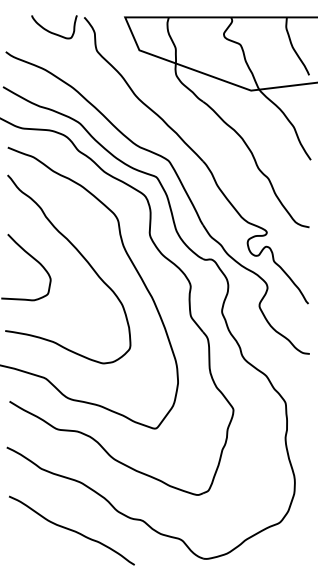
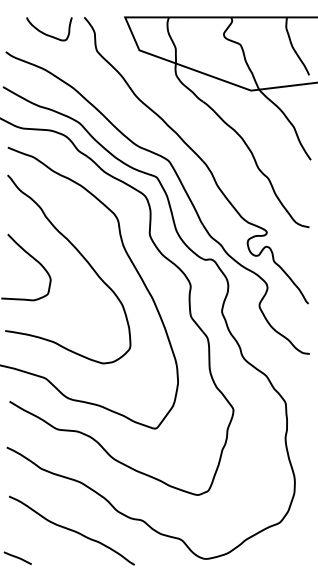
curve at (51, 31) position: (51, 31) -> (46, 33)
line at (17, 557): none -> present
